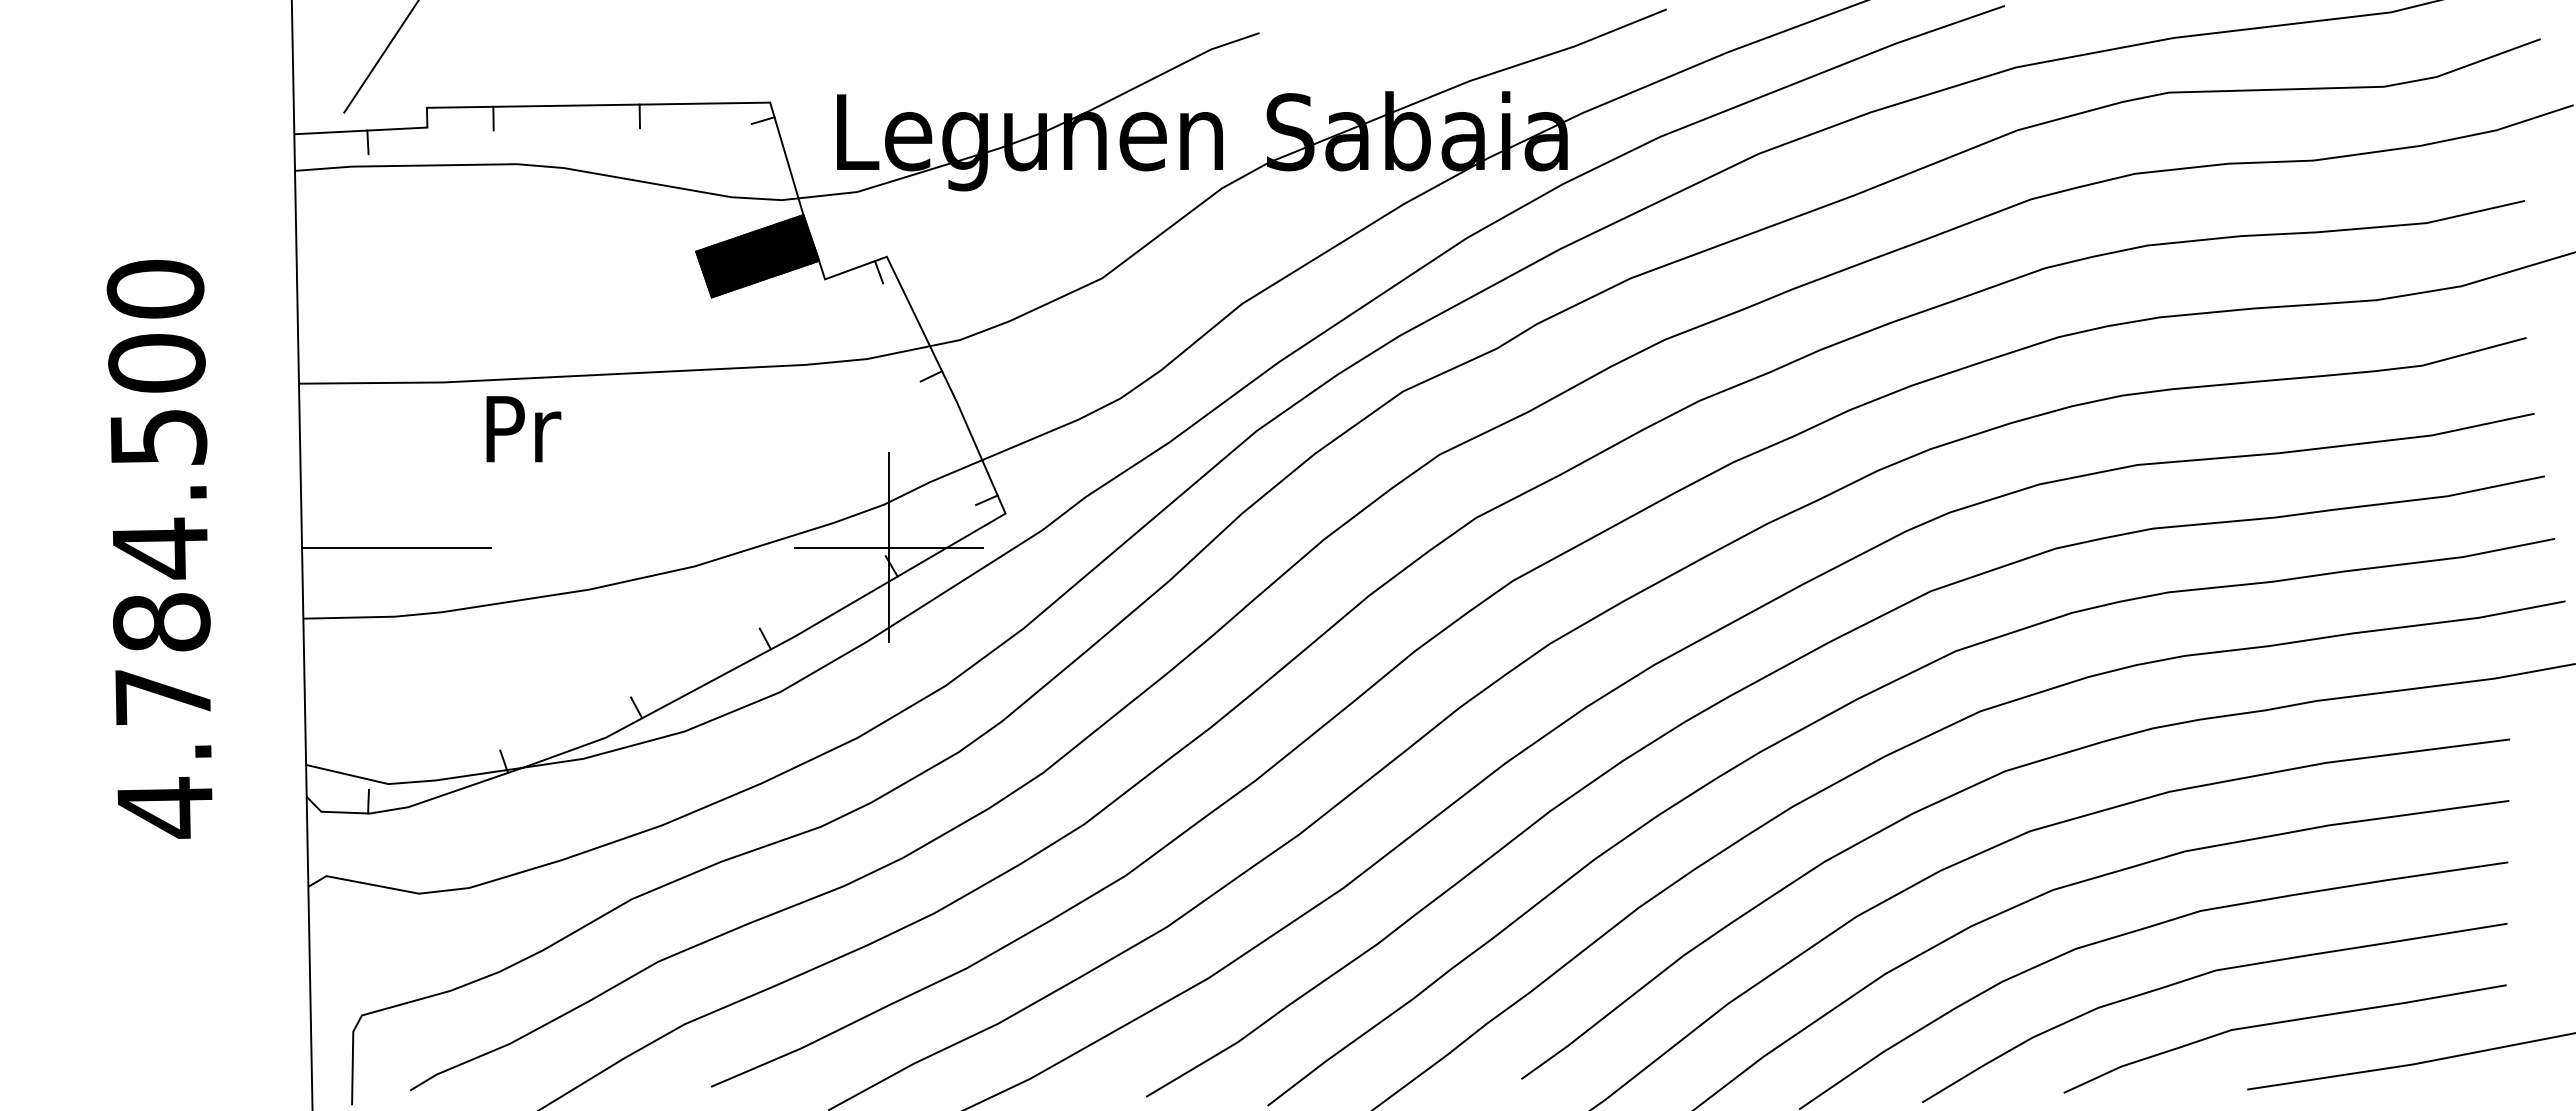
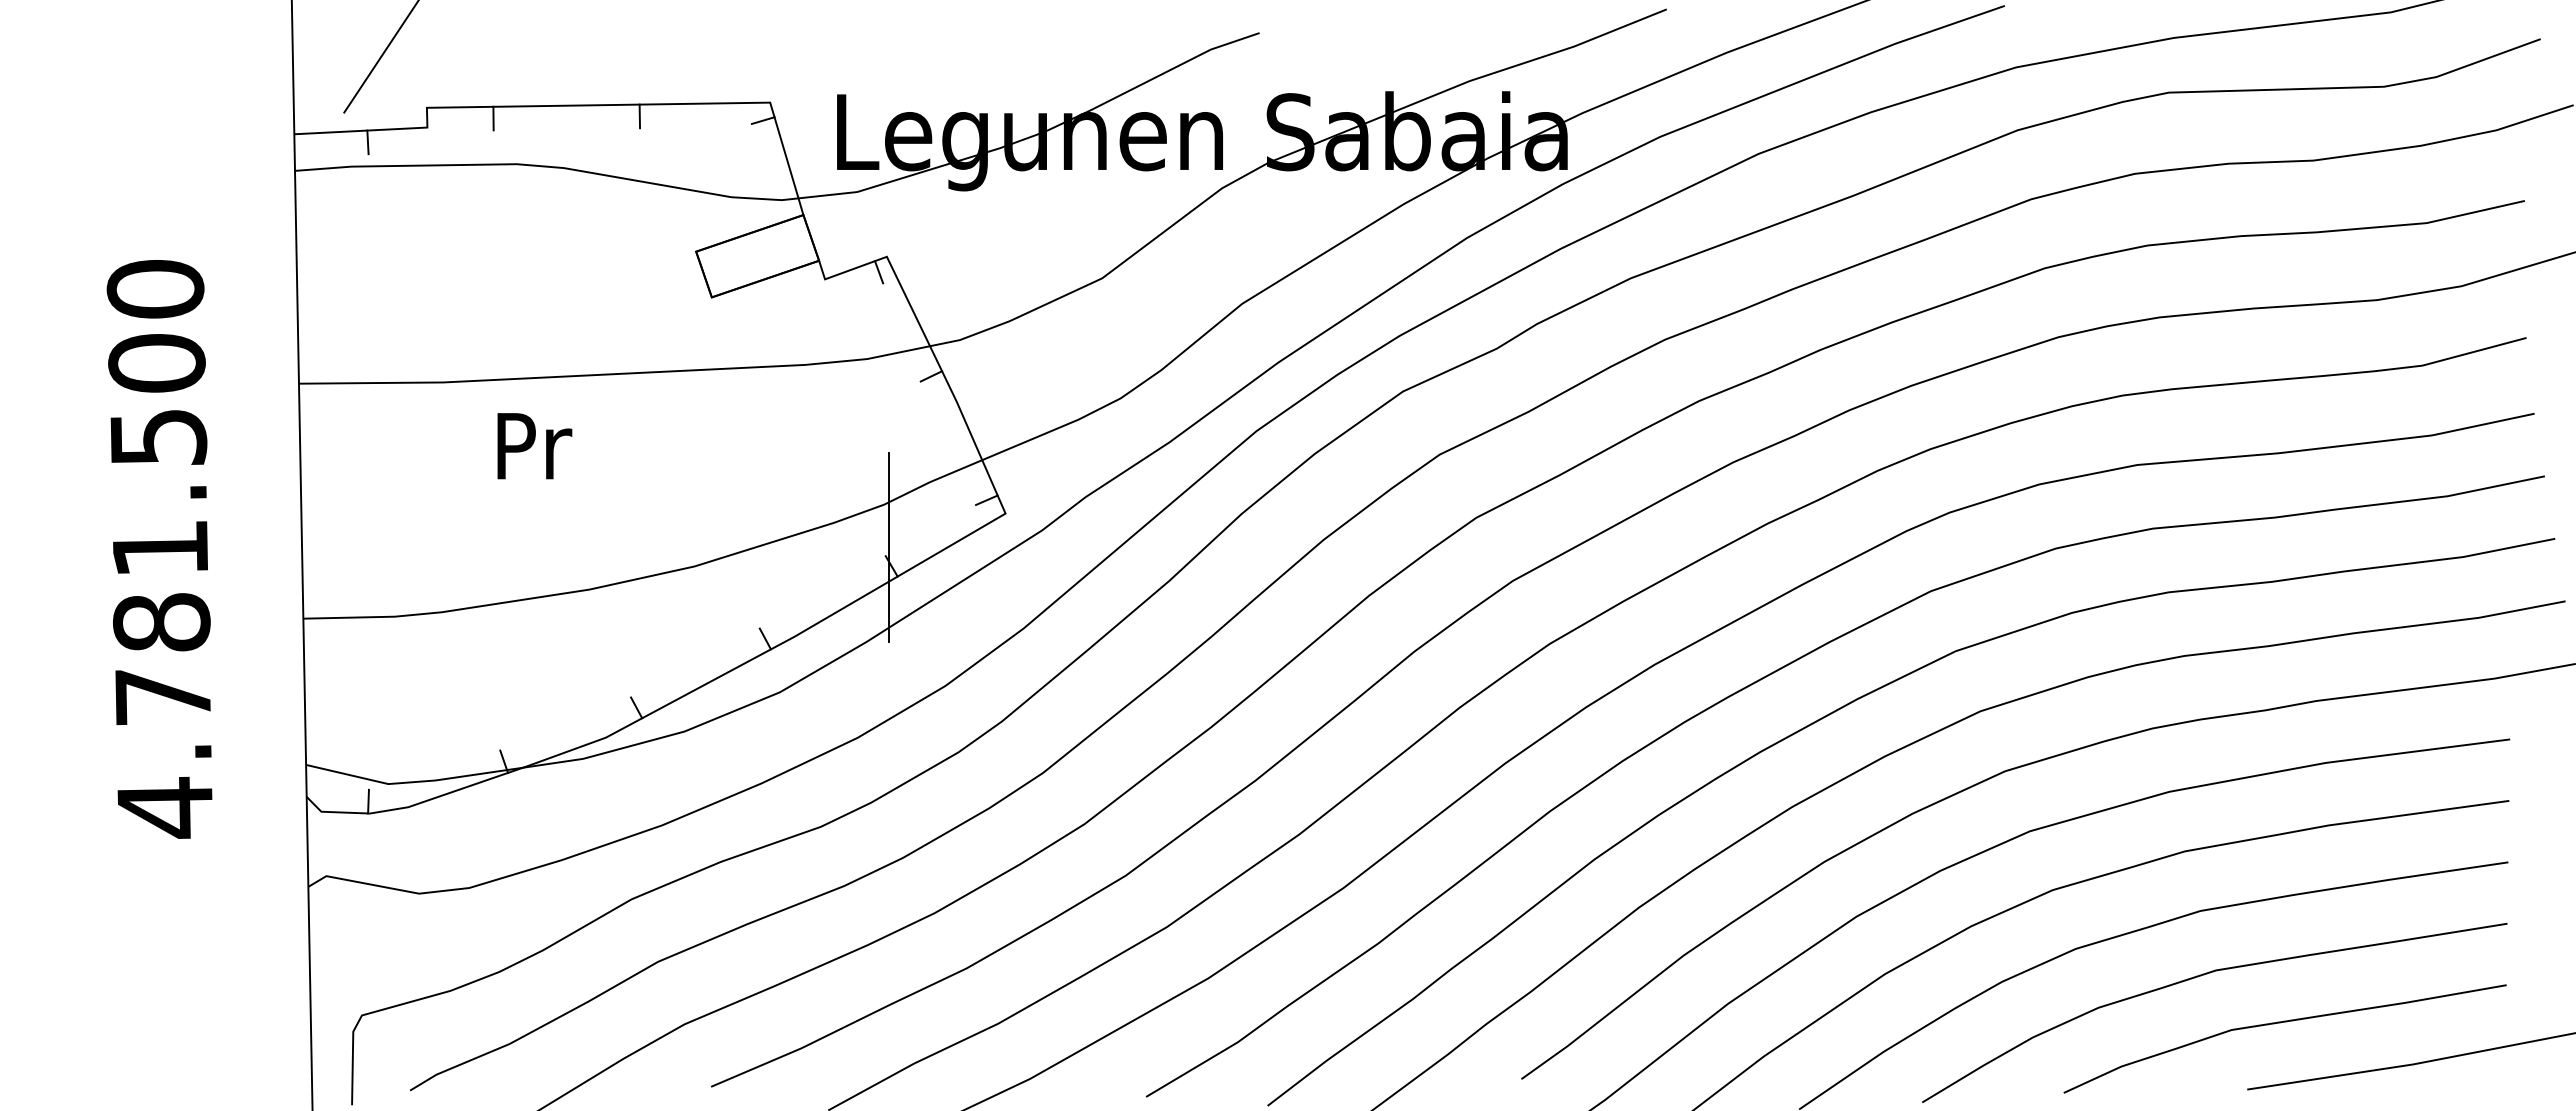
fill at (757, 256): present -> none
text at (523, 429) position: (523, 429) -> (534, 446)
line at (396, 547): present -> none
line at (888, 547): present -> none
text at (159, 548): 4.784.500 -> 4.781.500
